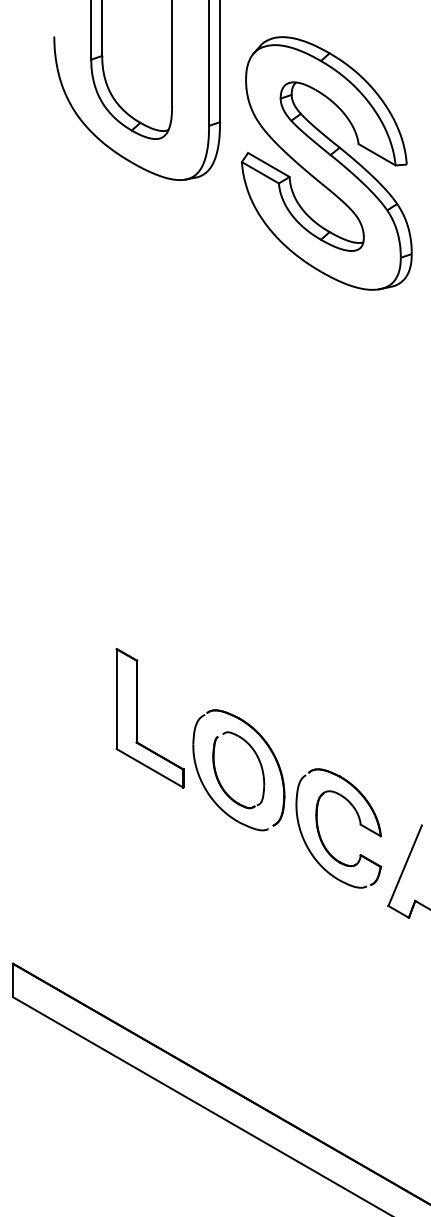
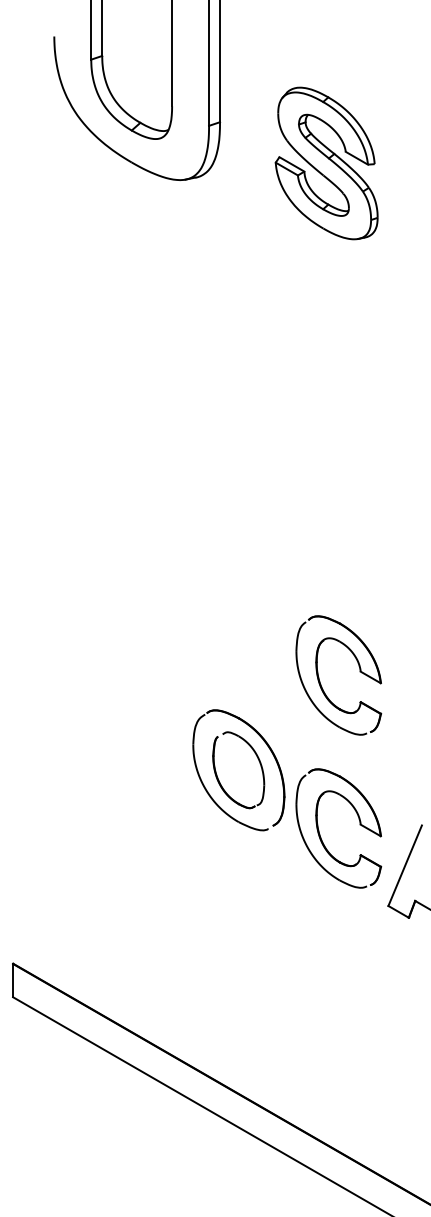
part at (326, 163) size: 173x255 px -> 105x155 px
part at (320, 681): none -> present
part at (137, 718): present -> none
